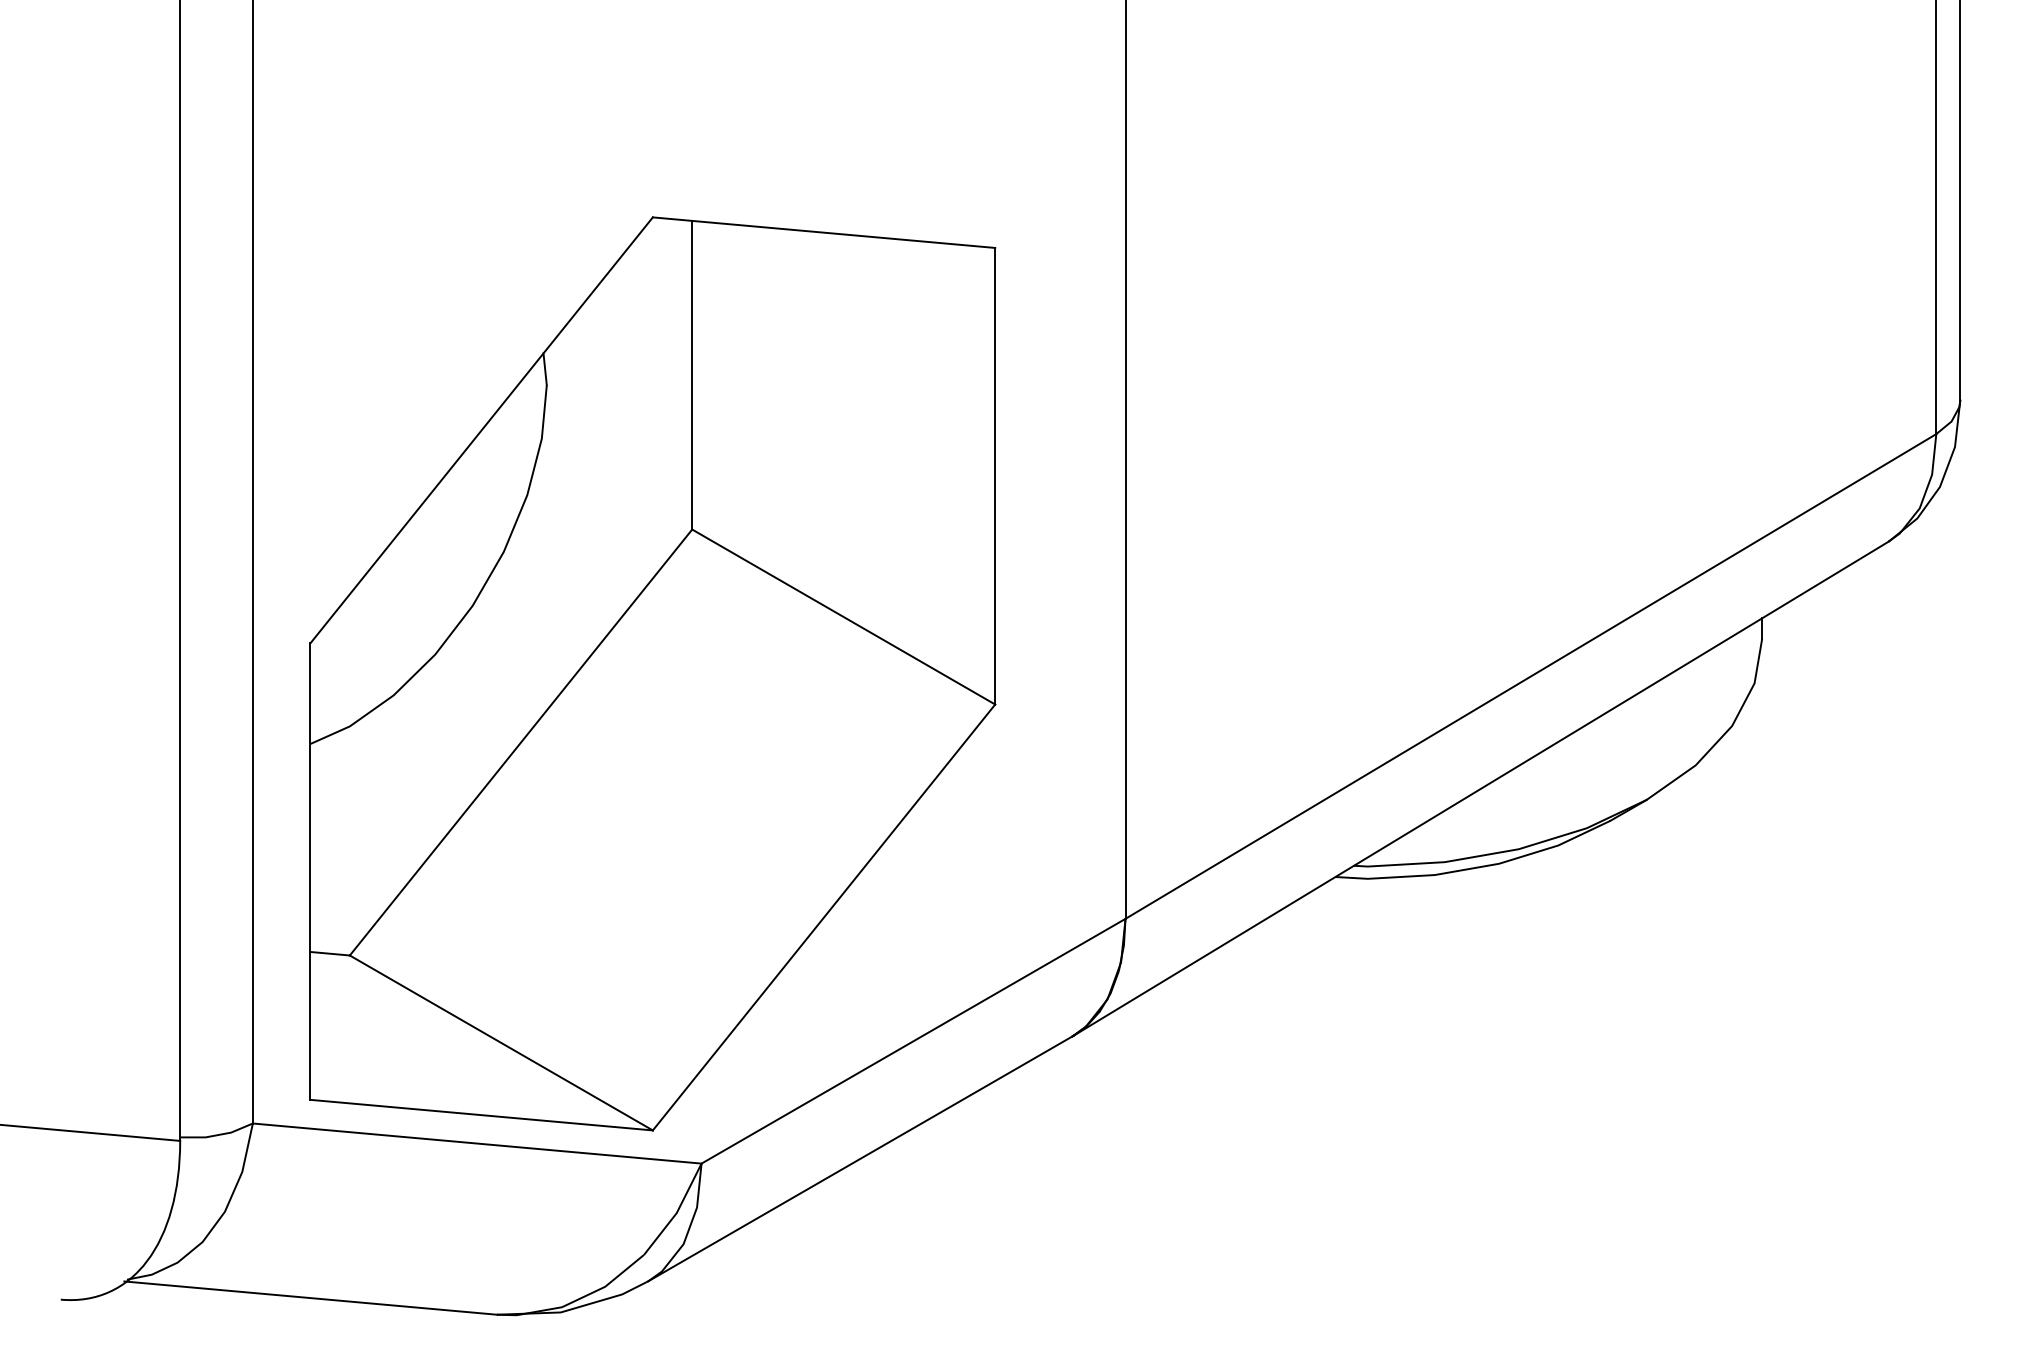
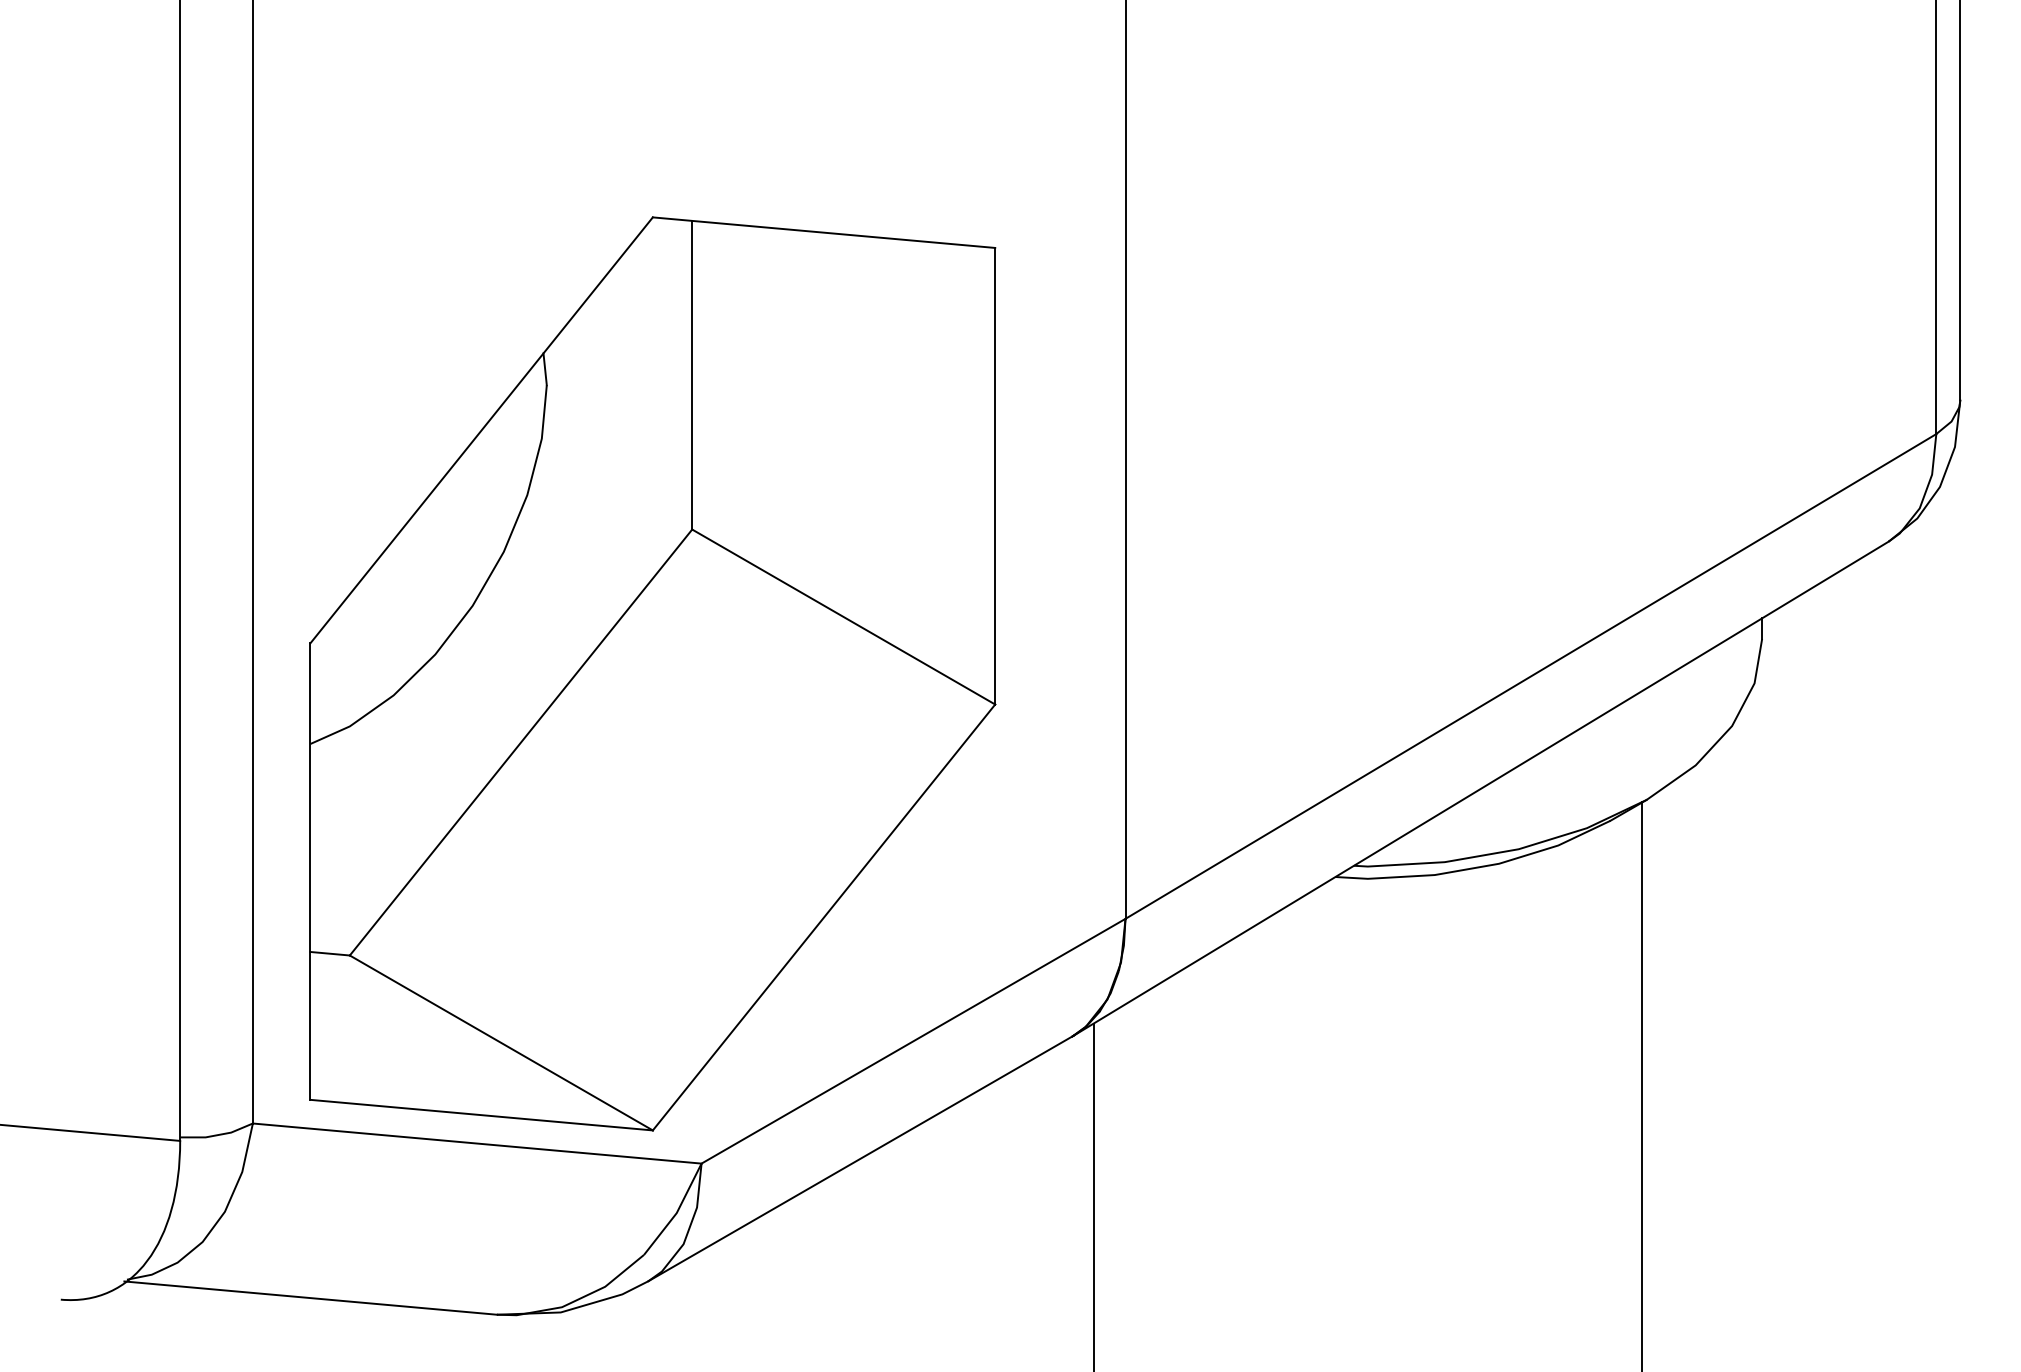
line at (1642, 1085): none -> present
line at (1093, 1195): none -> present
